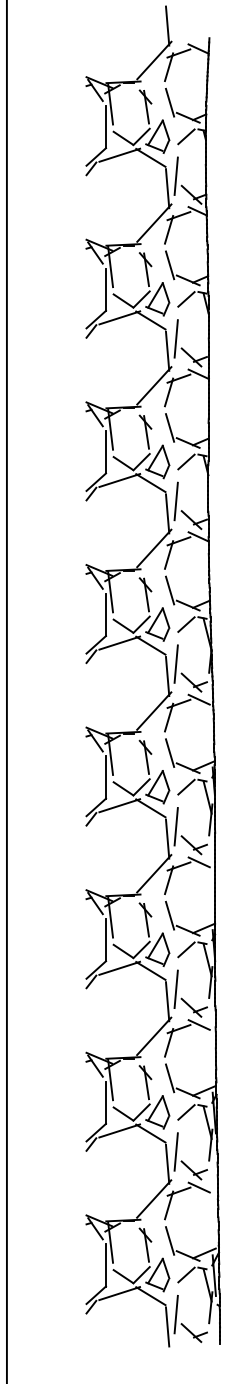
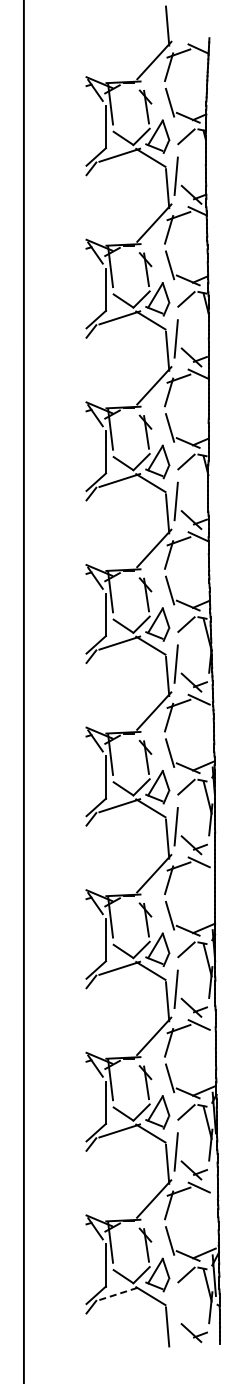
line at (6, 691) position: (6, 691) -> (23, 691)
line at (120, 1293): solid -> dashed
line at (175, 1314): present -> none
